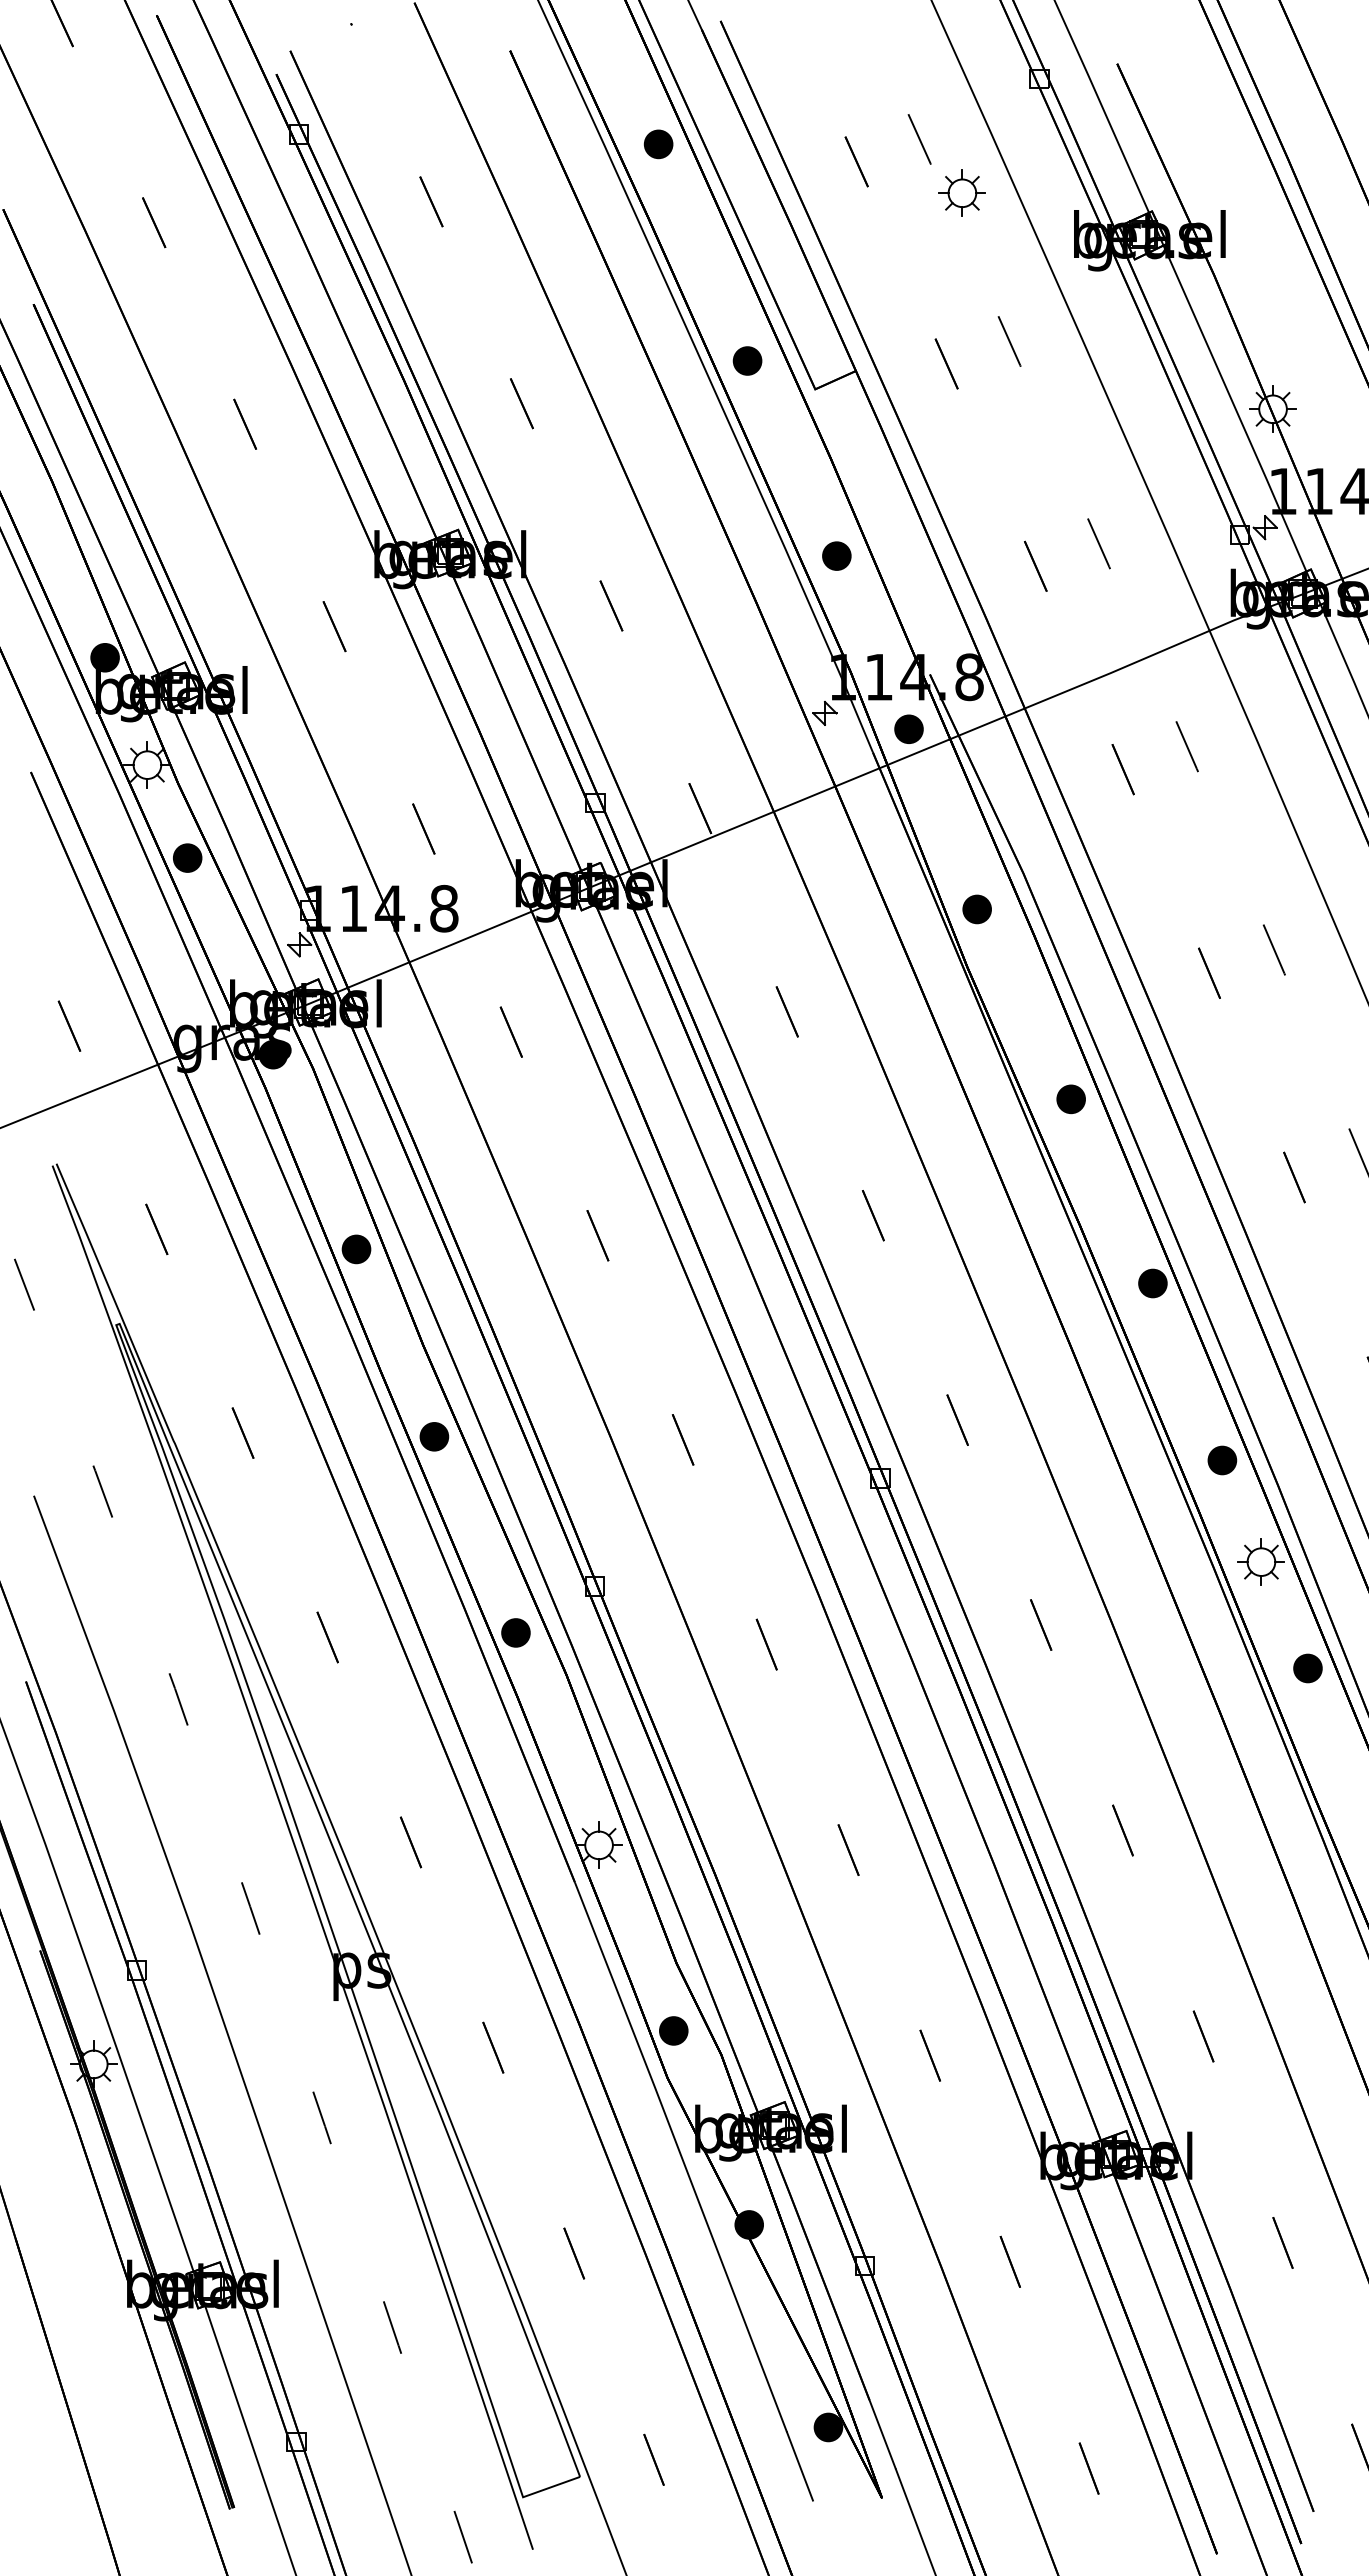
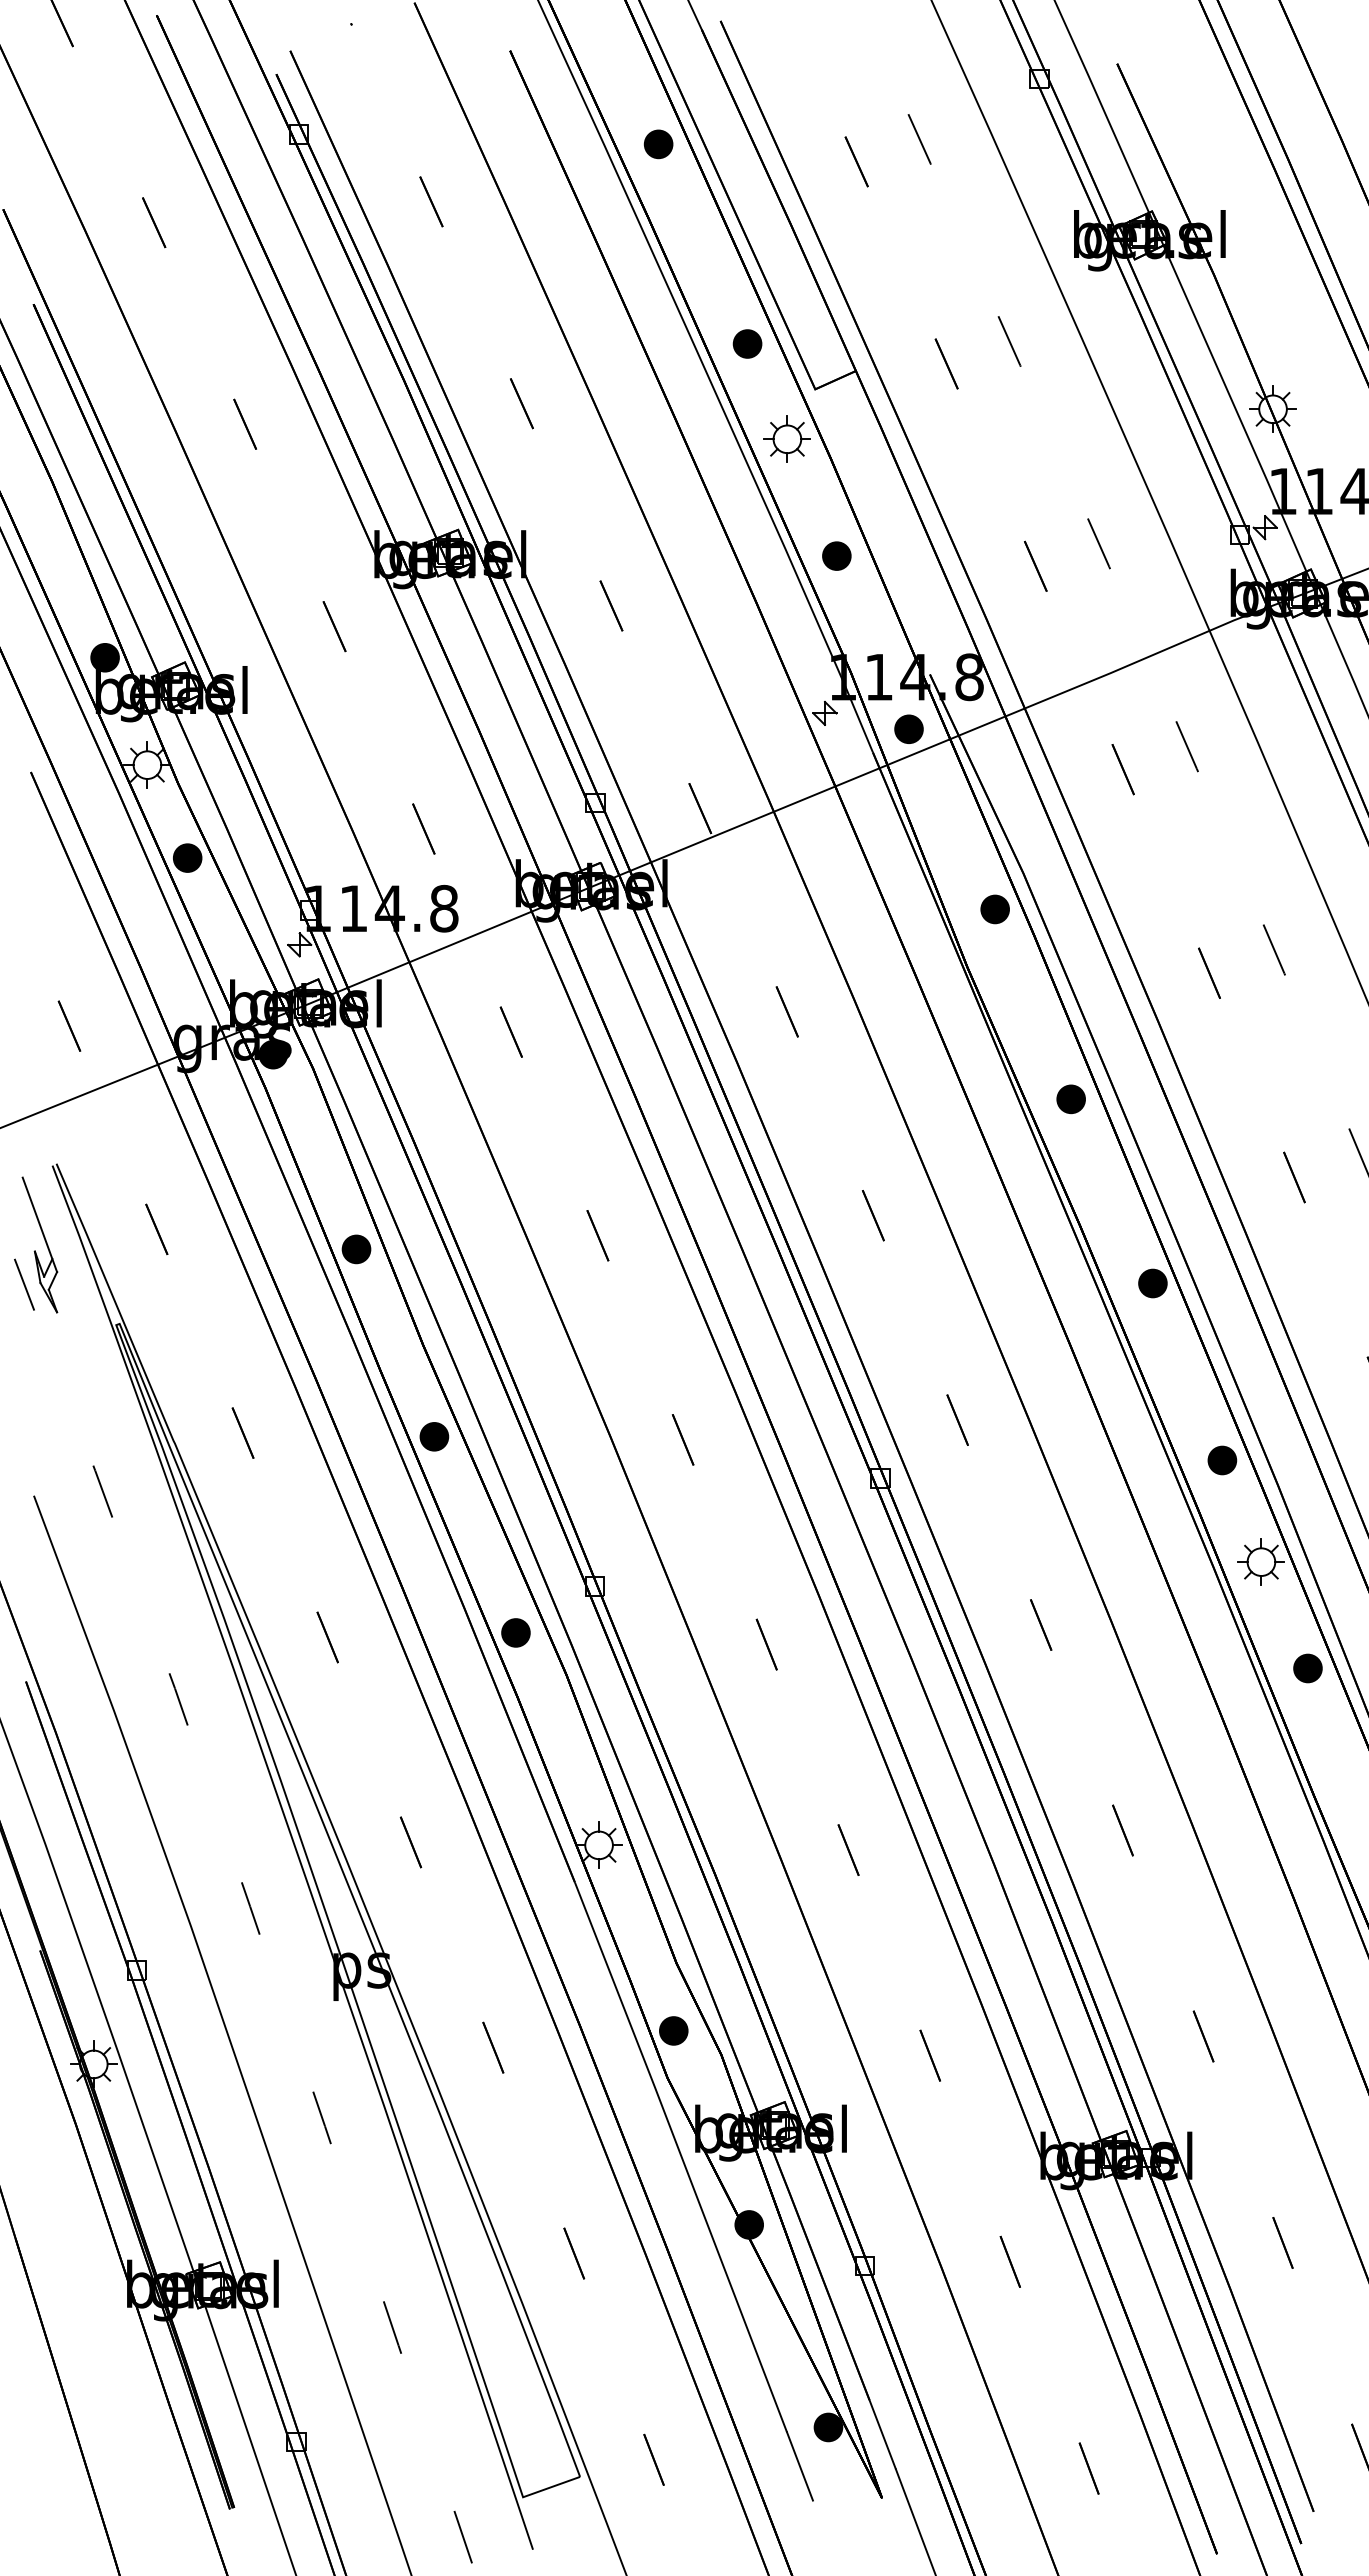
part at (961, 192) position: (961, 192) -> (786, 438)
part at (747, 360) position: (747, 360) -> (747, 343)
part at (976, 909) position: (976, 909) -> (994, 909)
part at (45, 1243): none -> present
